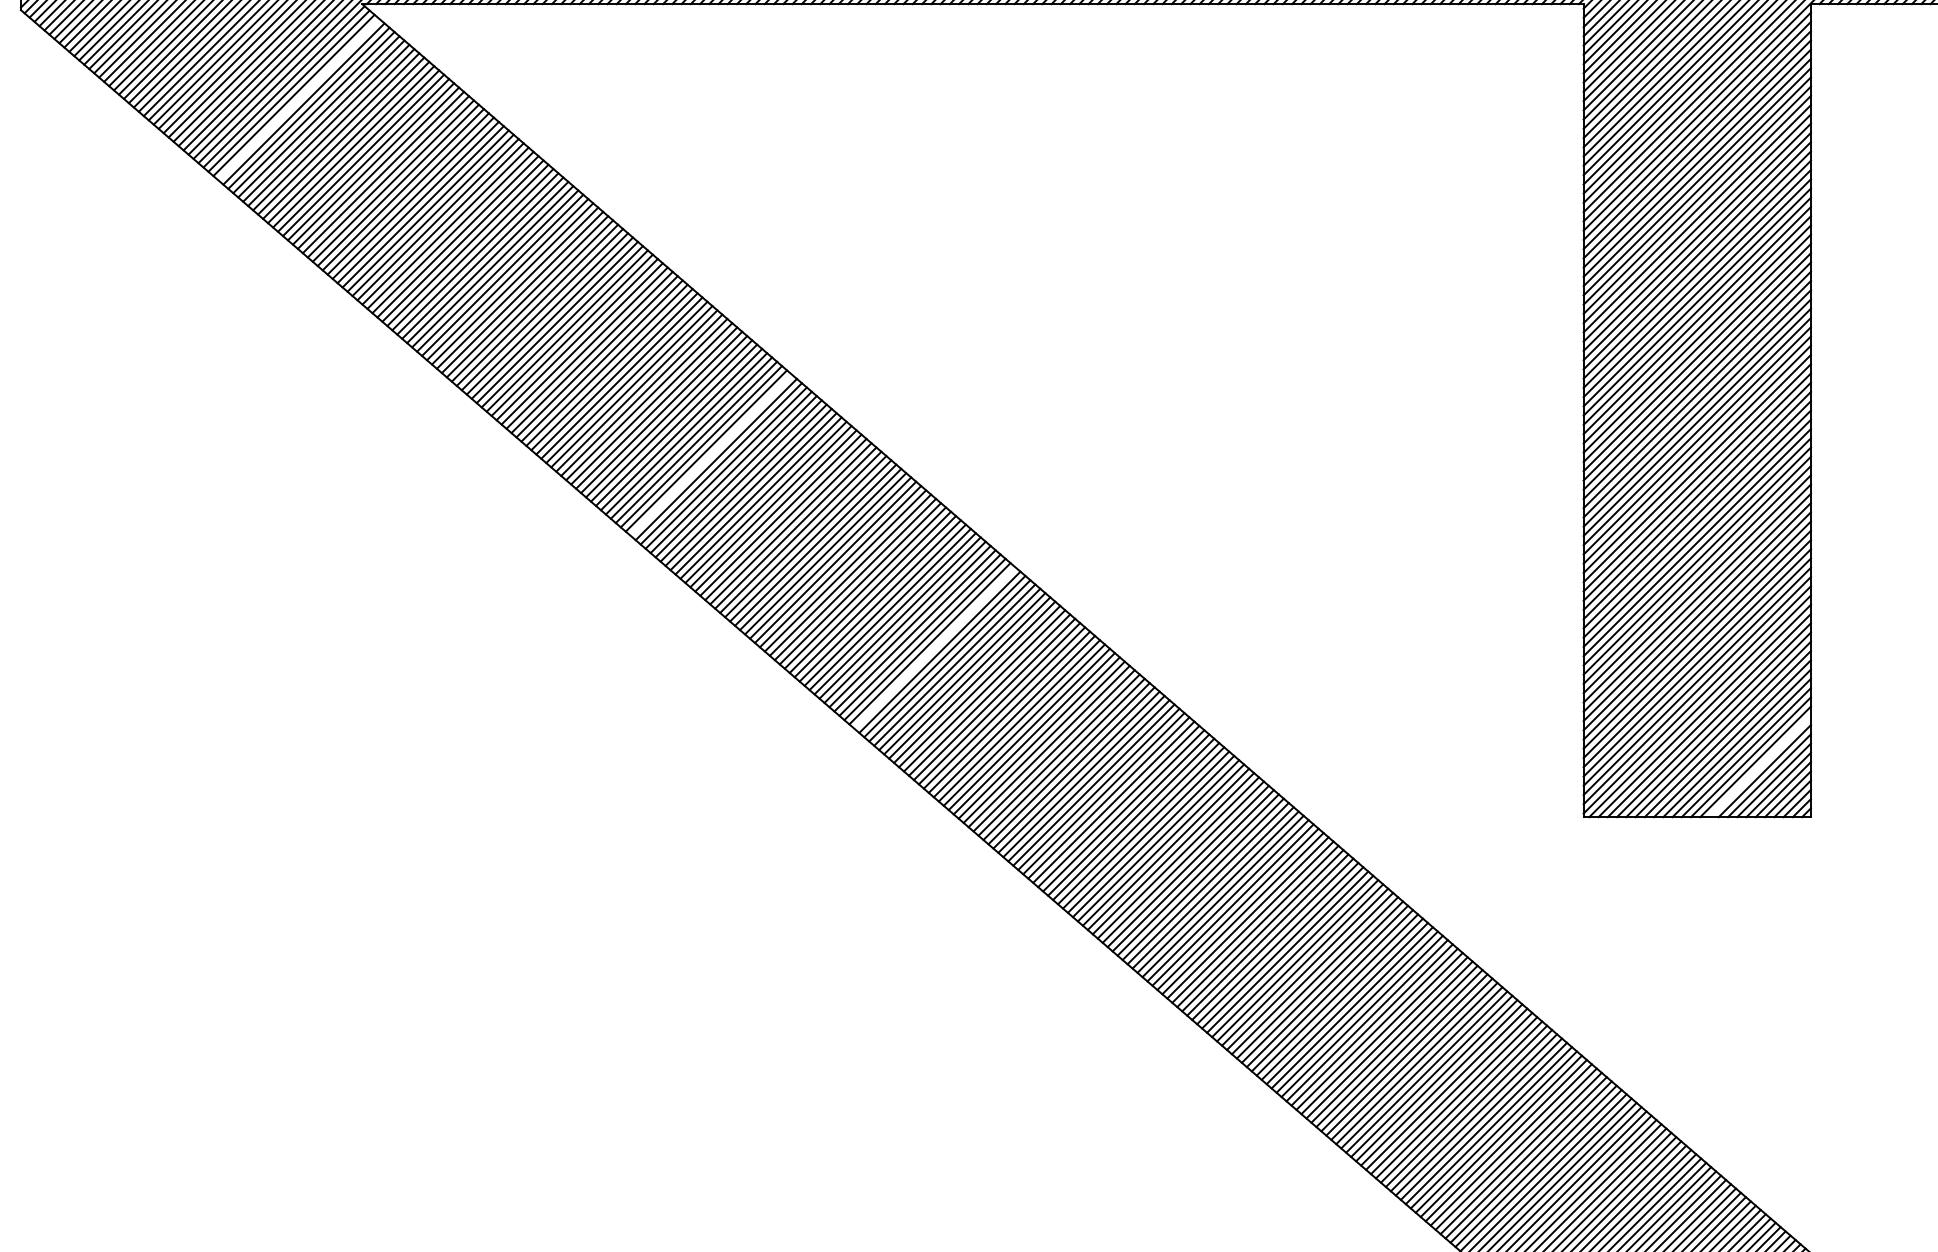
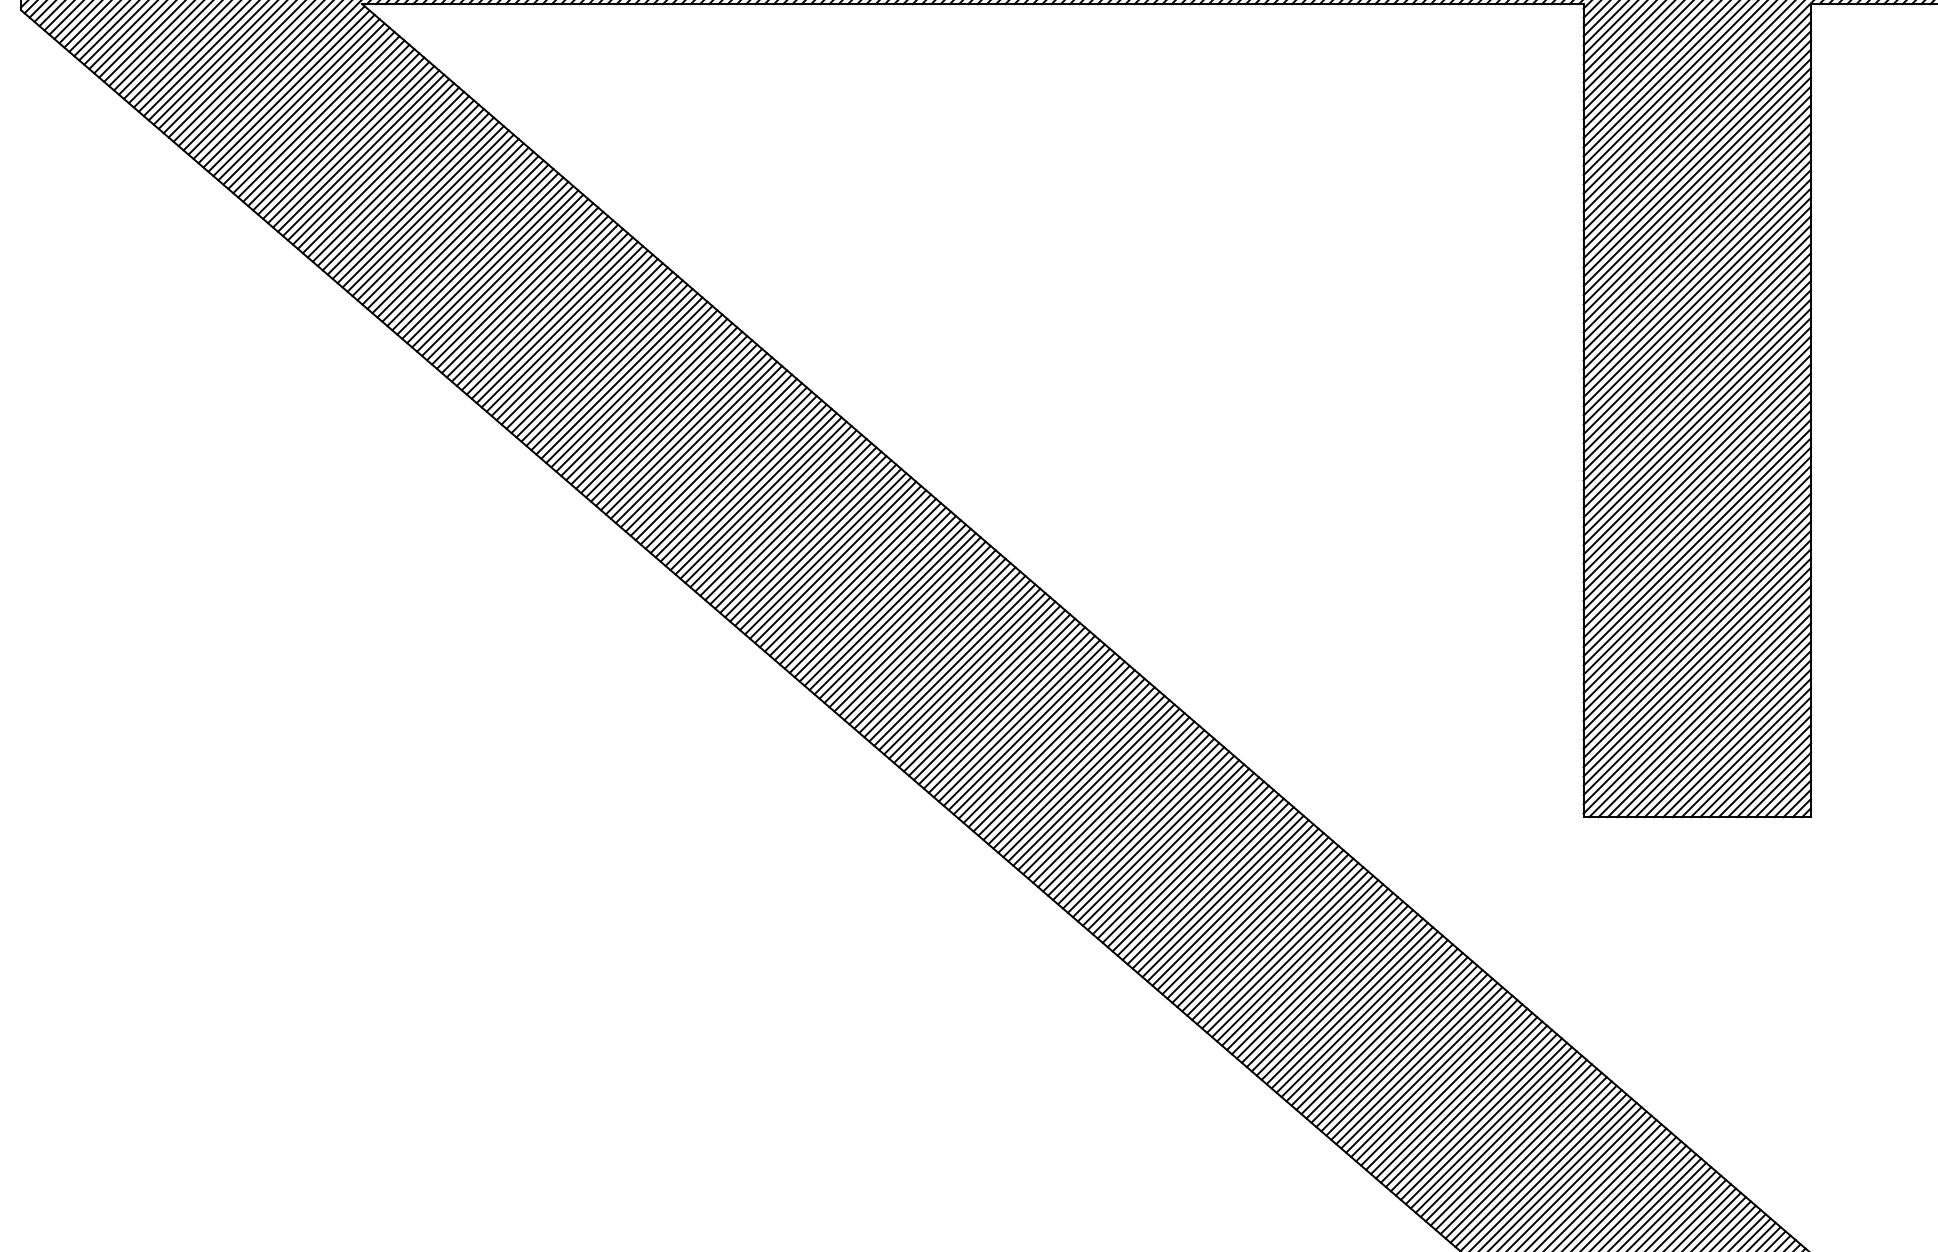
line at (298, 99): none -> present
line at (711, 454): none -> present
line at (934, 647): none -> present
line at (1760, 766): none -> present
